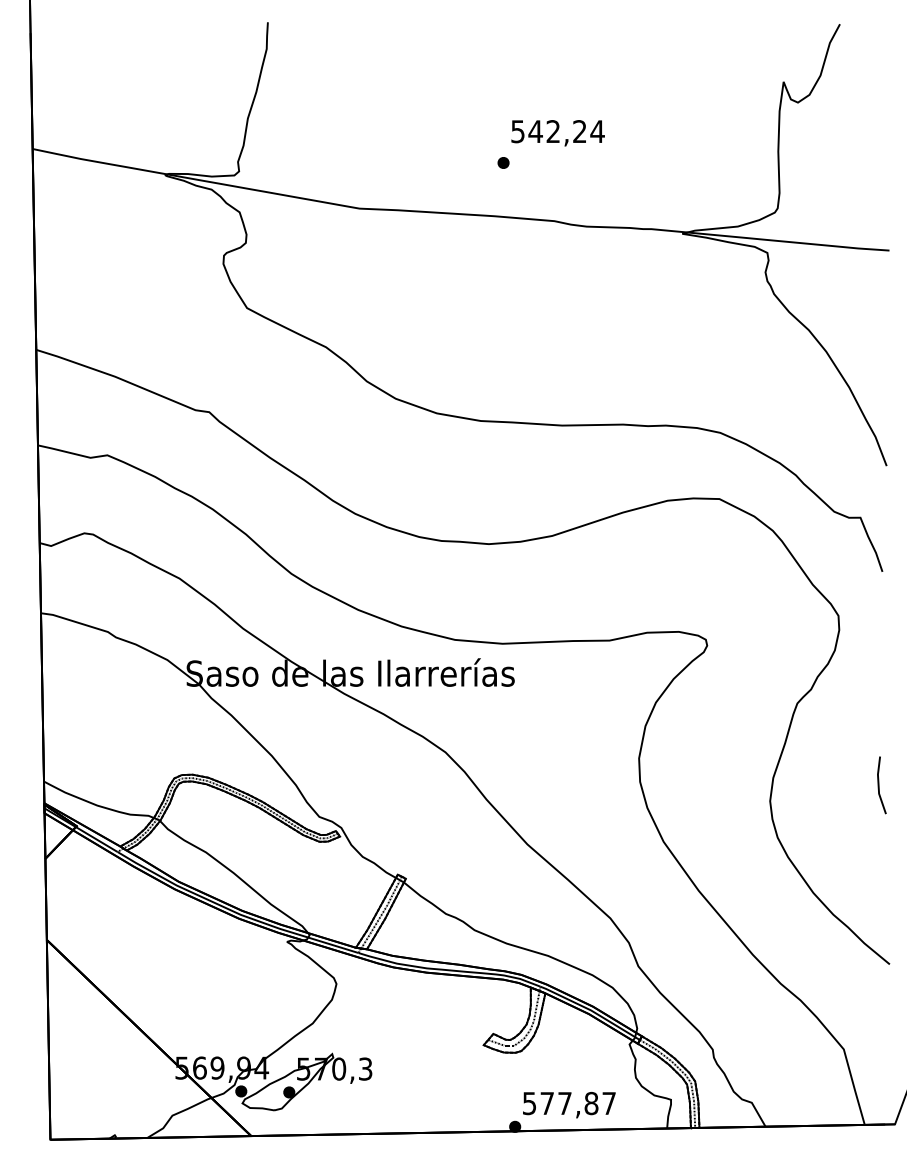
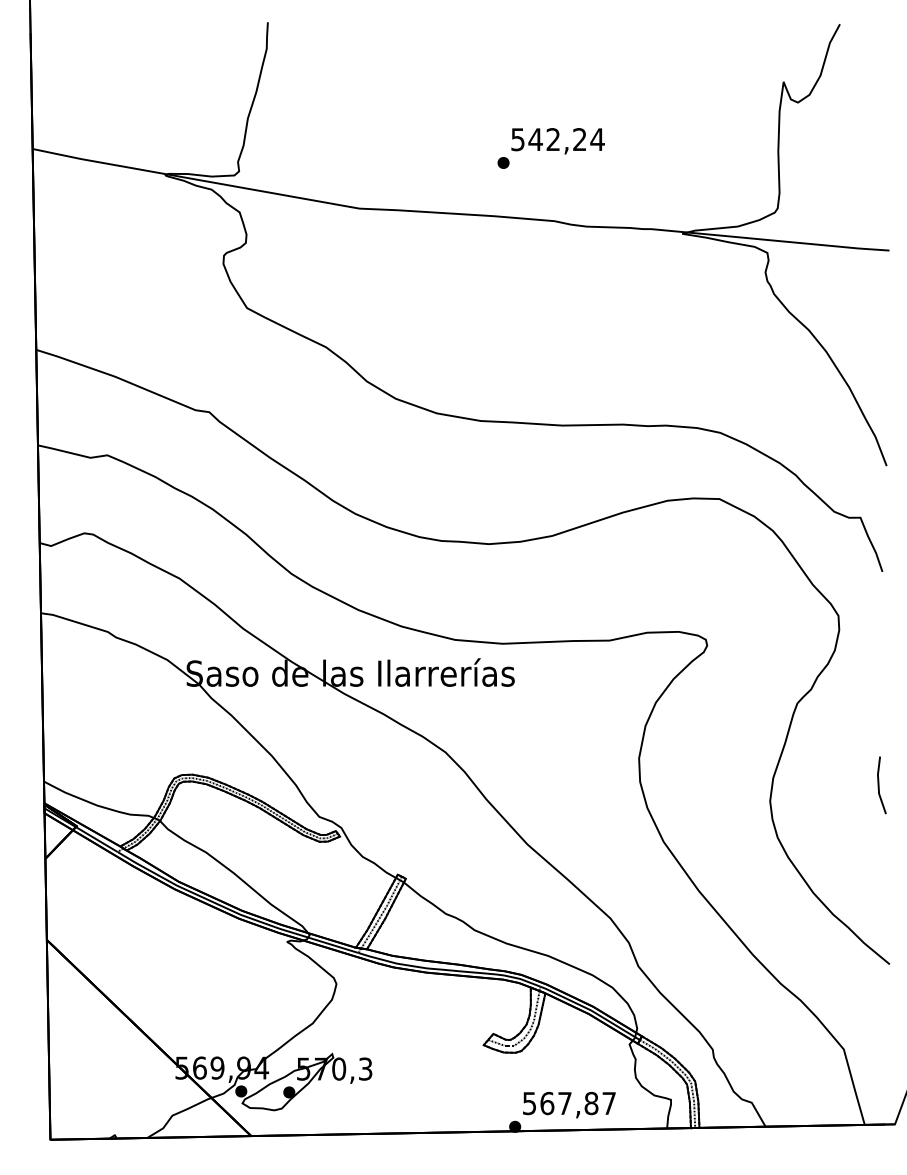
text at (557, 133) position: (557, 133) -> (557, 141)
text at (547, 1103): 577,87 -> 567,87
